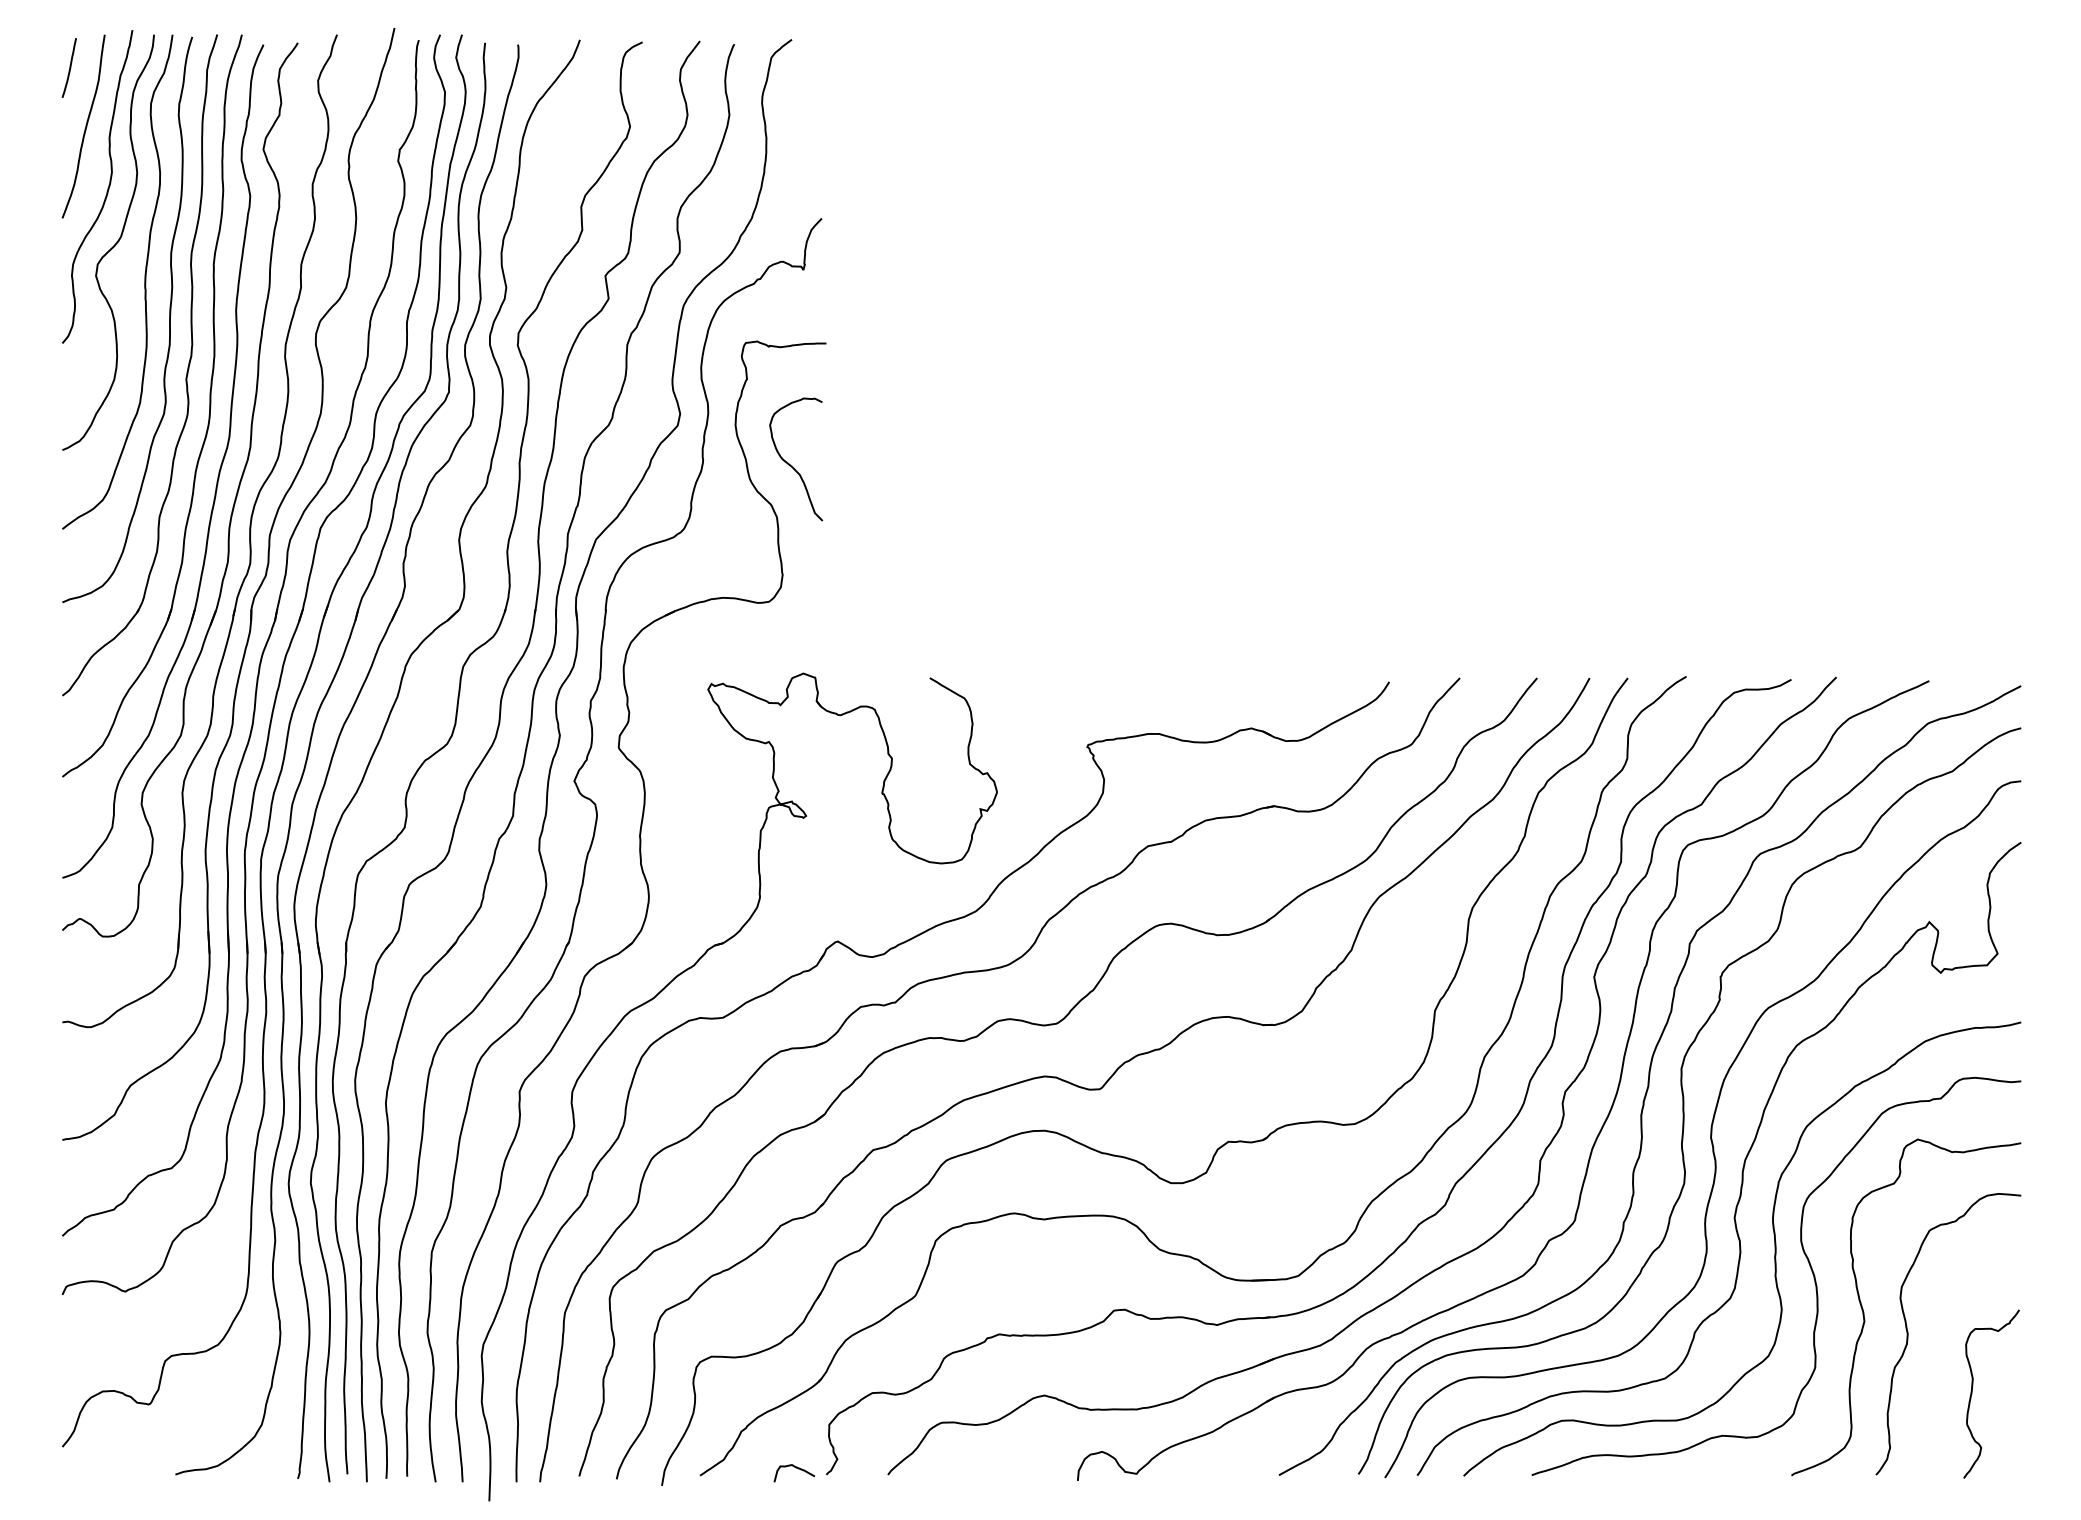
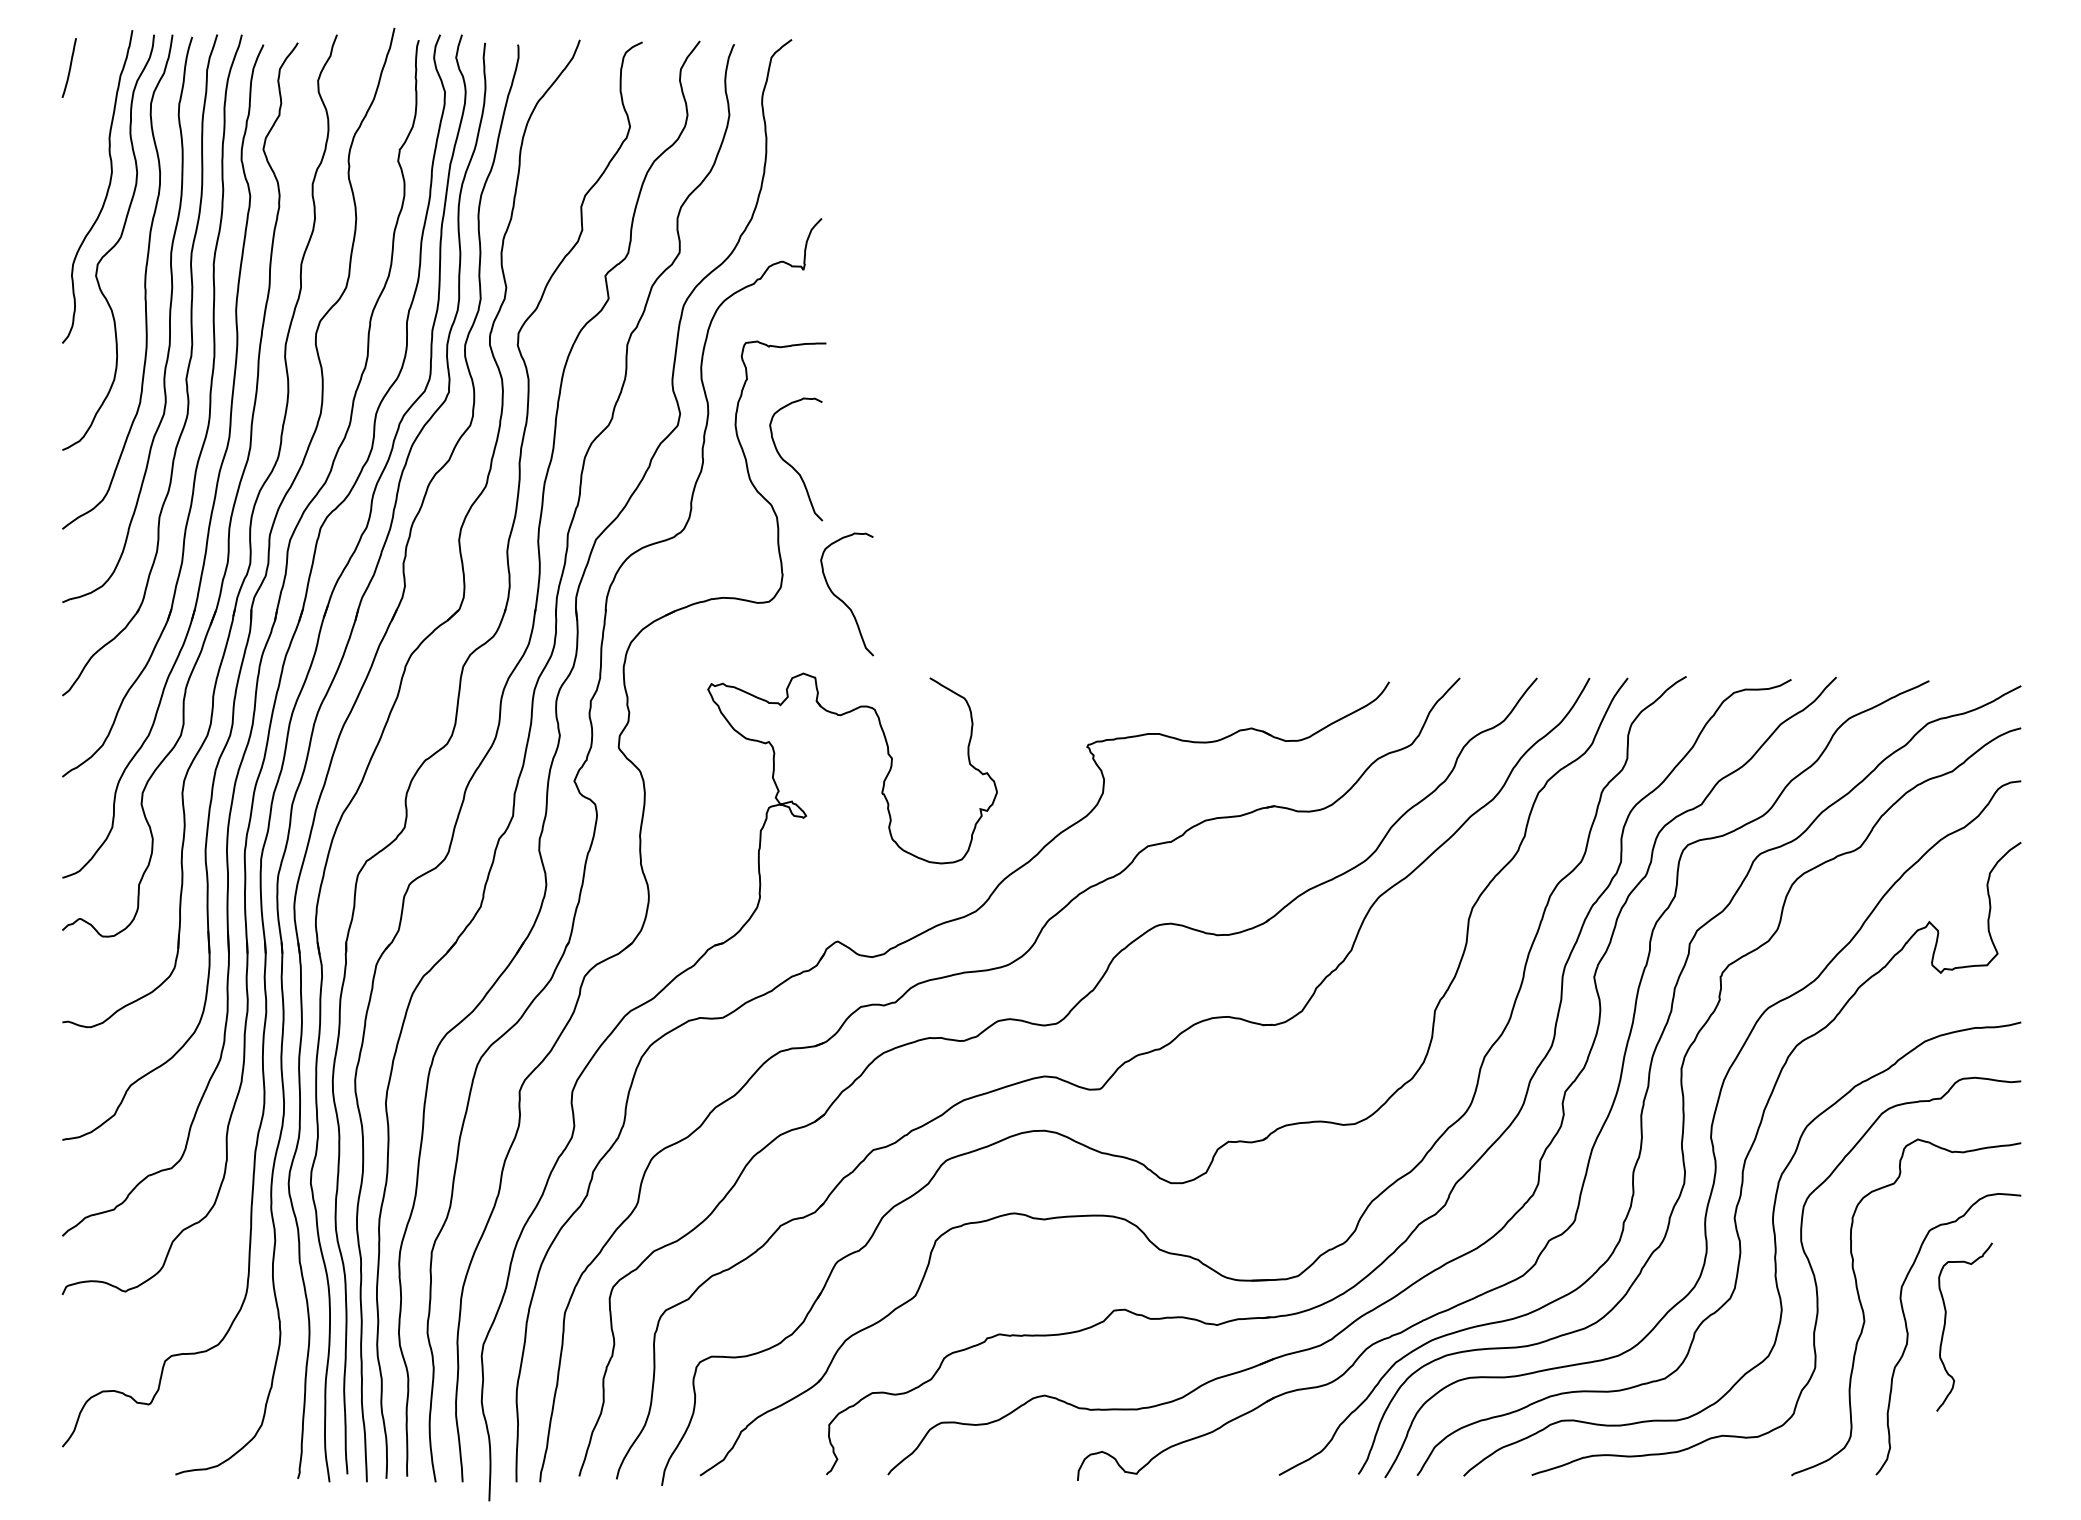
curve at (85, 126): present -> none
curve at (844, 601): none -> present
curve at (1972, 1393) position: (1972, 1393) -> (1945, 1326)
curve at (795, 1468): present -> none
